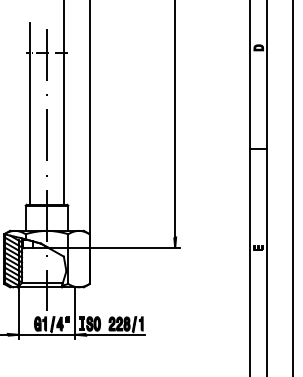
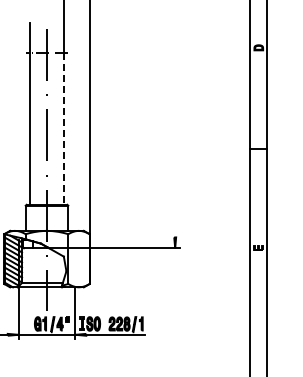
line at (175, 119): present -> none
line at (64, 129): solid -> dashed
line at (293, 187): present -> none
